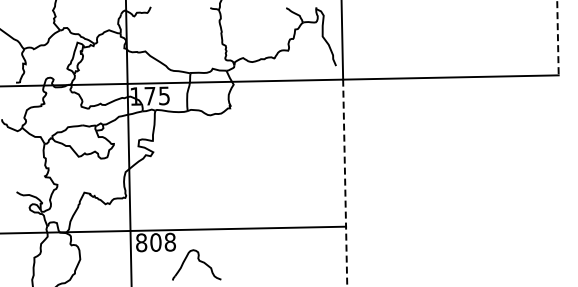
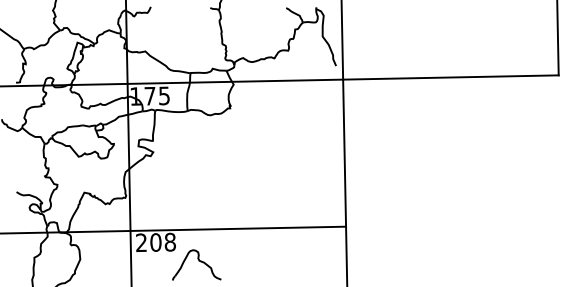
line at (557, 38): dashed -> solid
line at (345, 183): dashed -> solid
text at (141, 242): 808 -> 208
